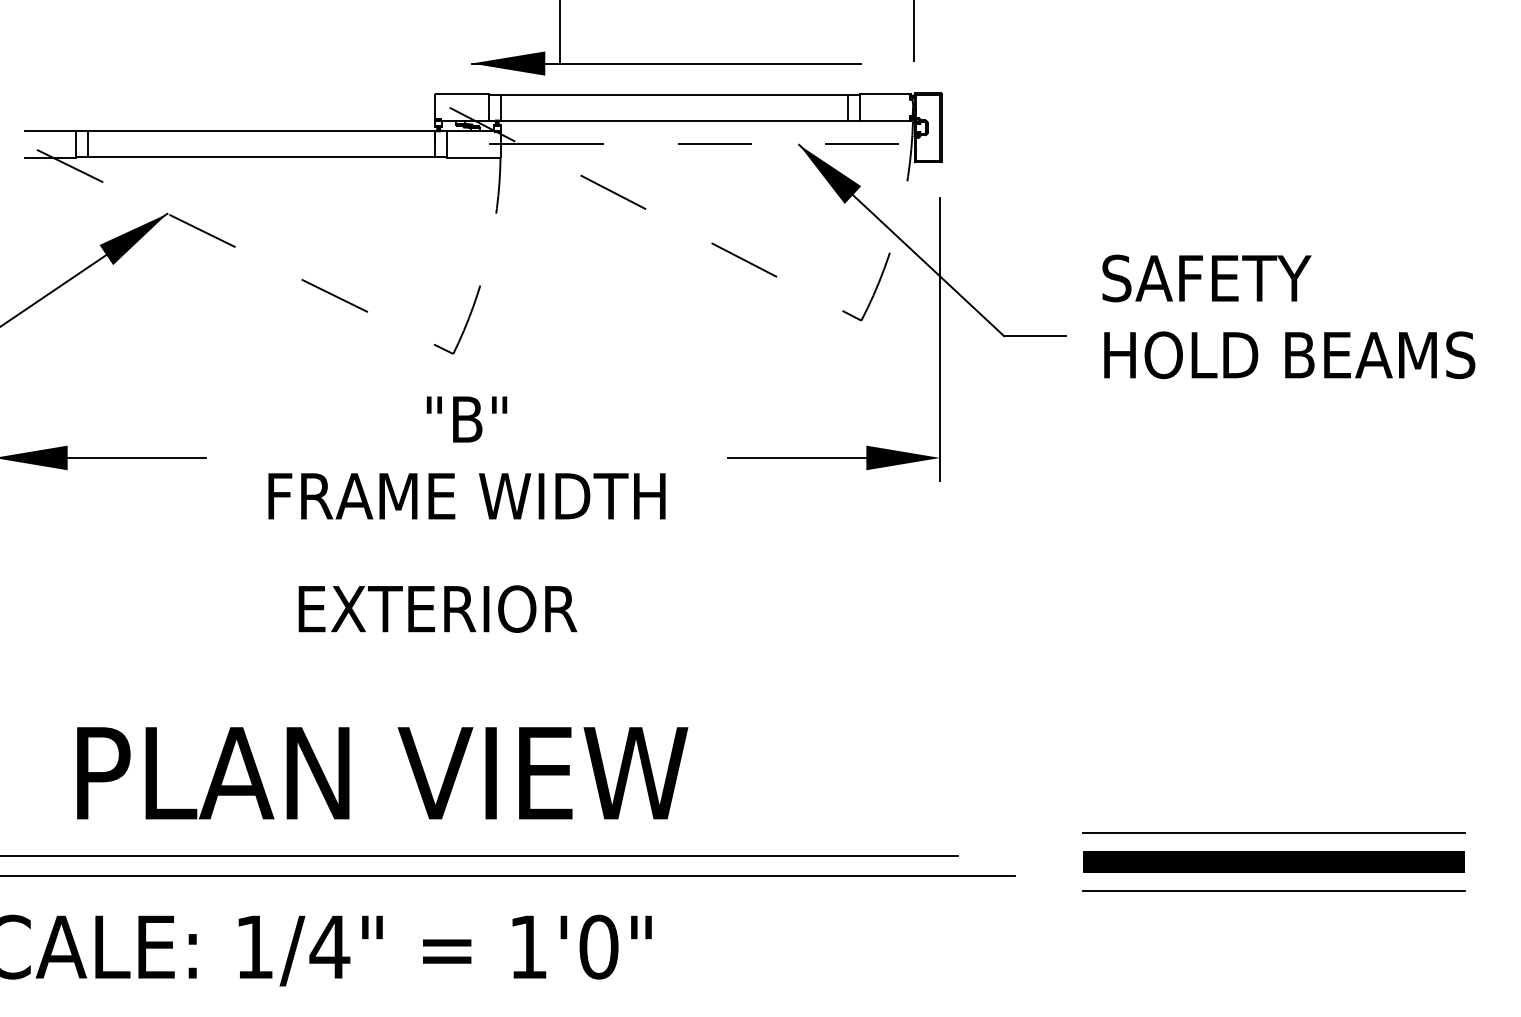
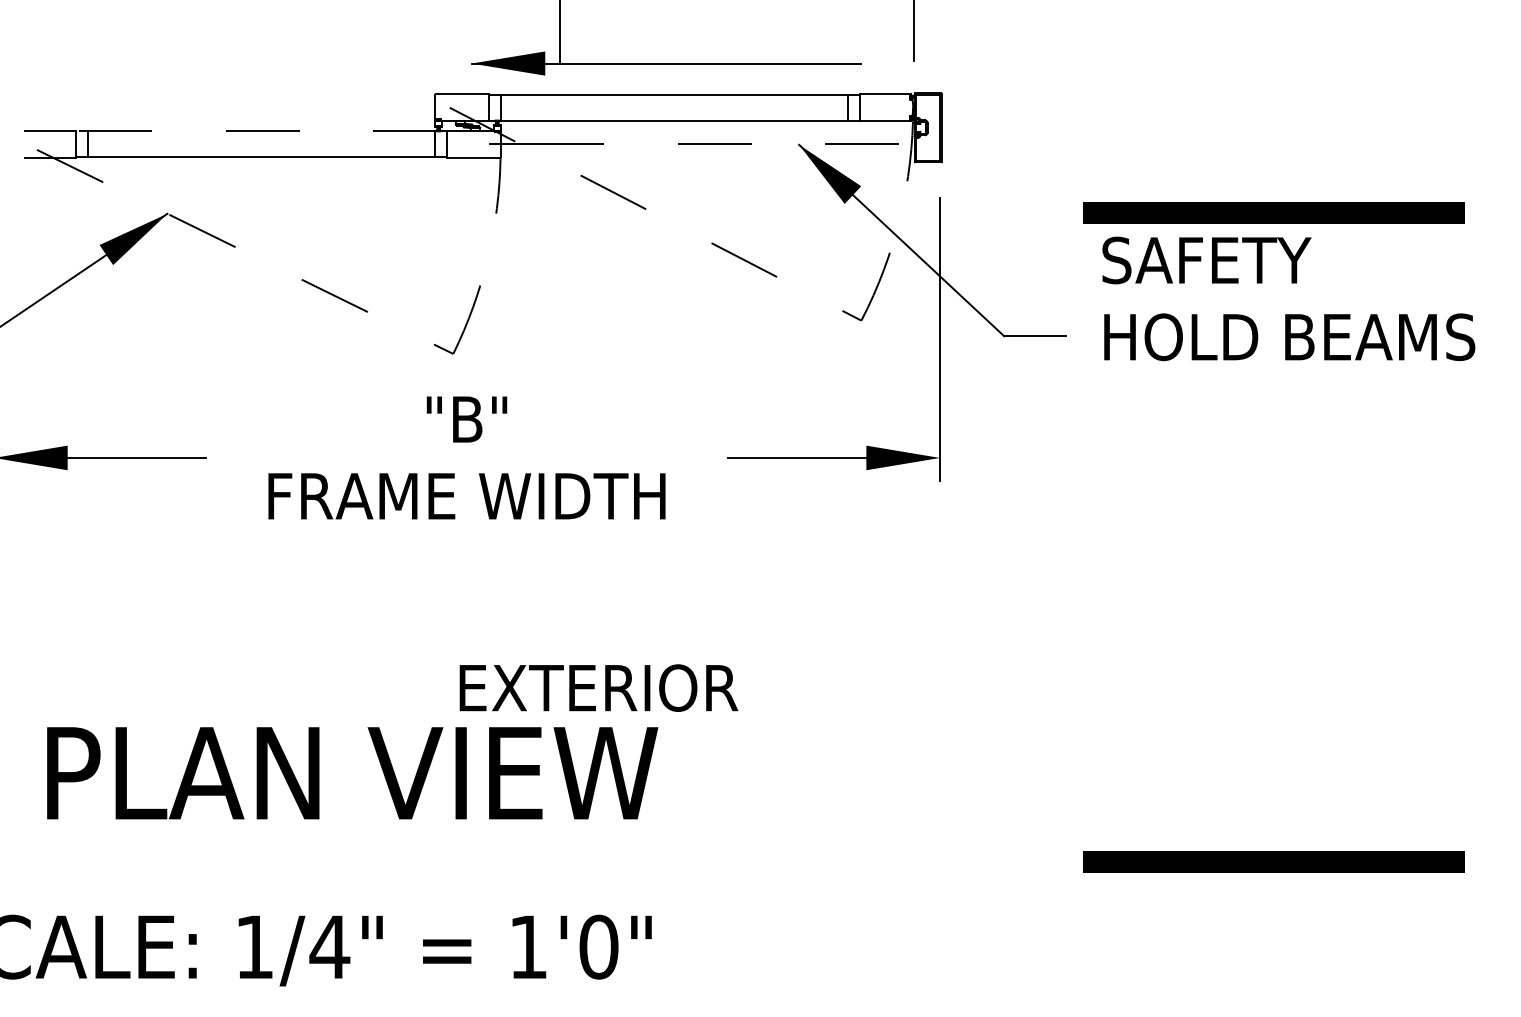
line at (261, 131): solid -> dashed
line at (1273, 212): none -> present
text at (1288, 316) position: (1288, 316) -> (1288, 298)
text at (437, 608) position: (437, 608) -> (598, 687)
text at (382, 773) position: (382, 773) -> (352, 773)
line at (1274, 832): present -> none
line at (479, 856): present -> none
line at (508, 876): present -> none
line at (1274, 890): present -> none
